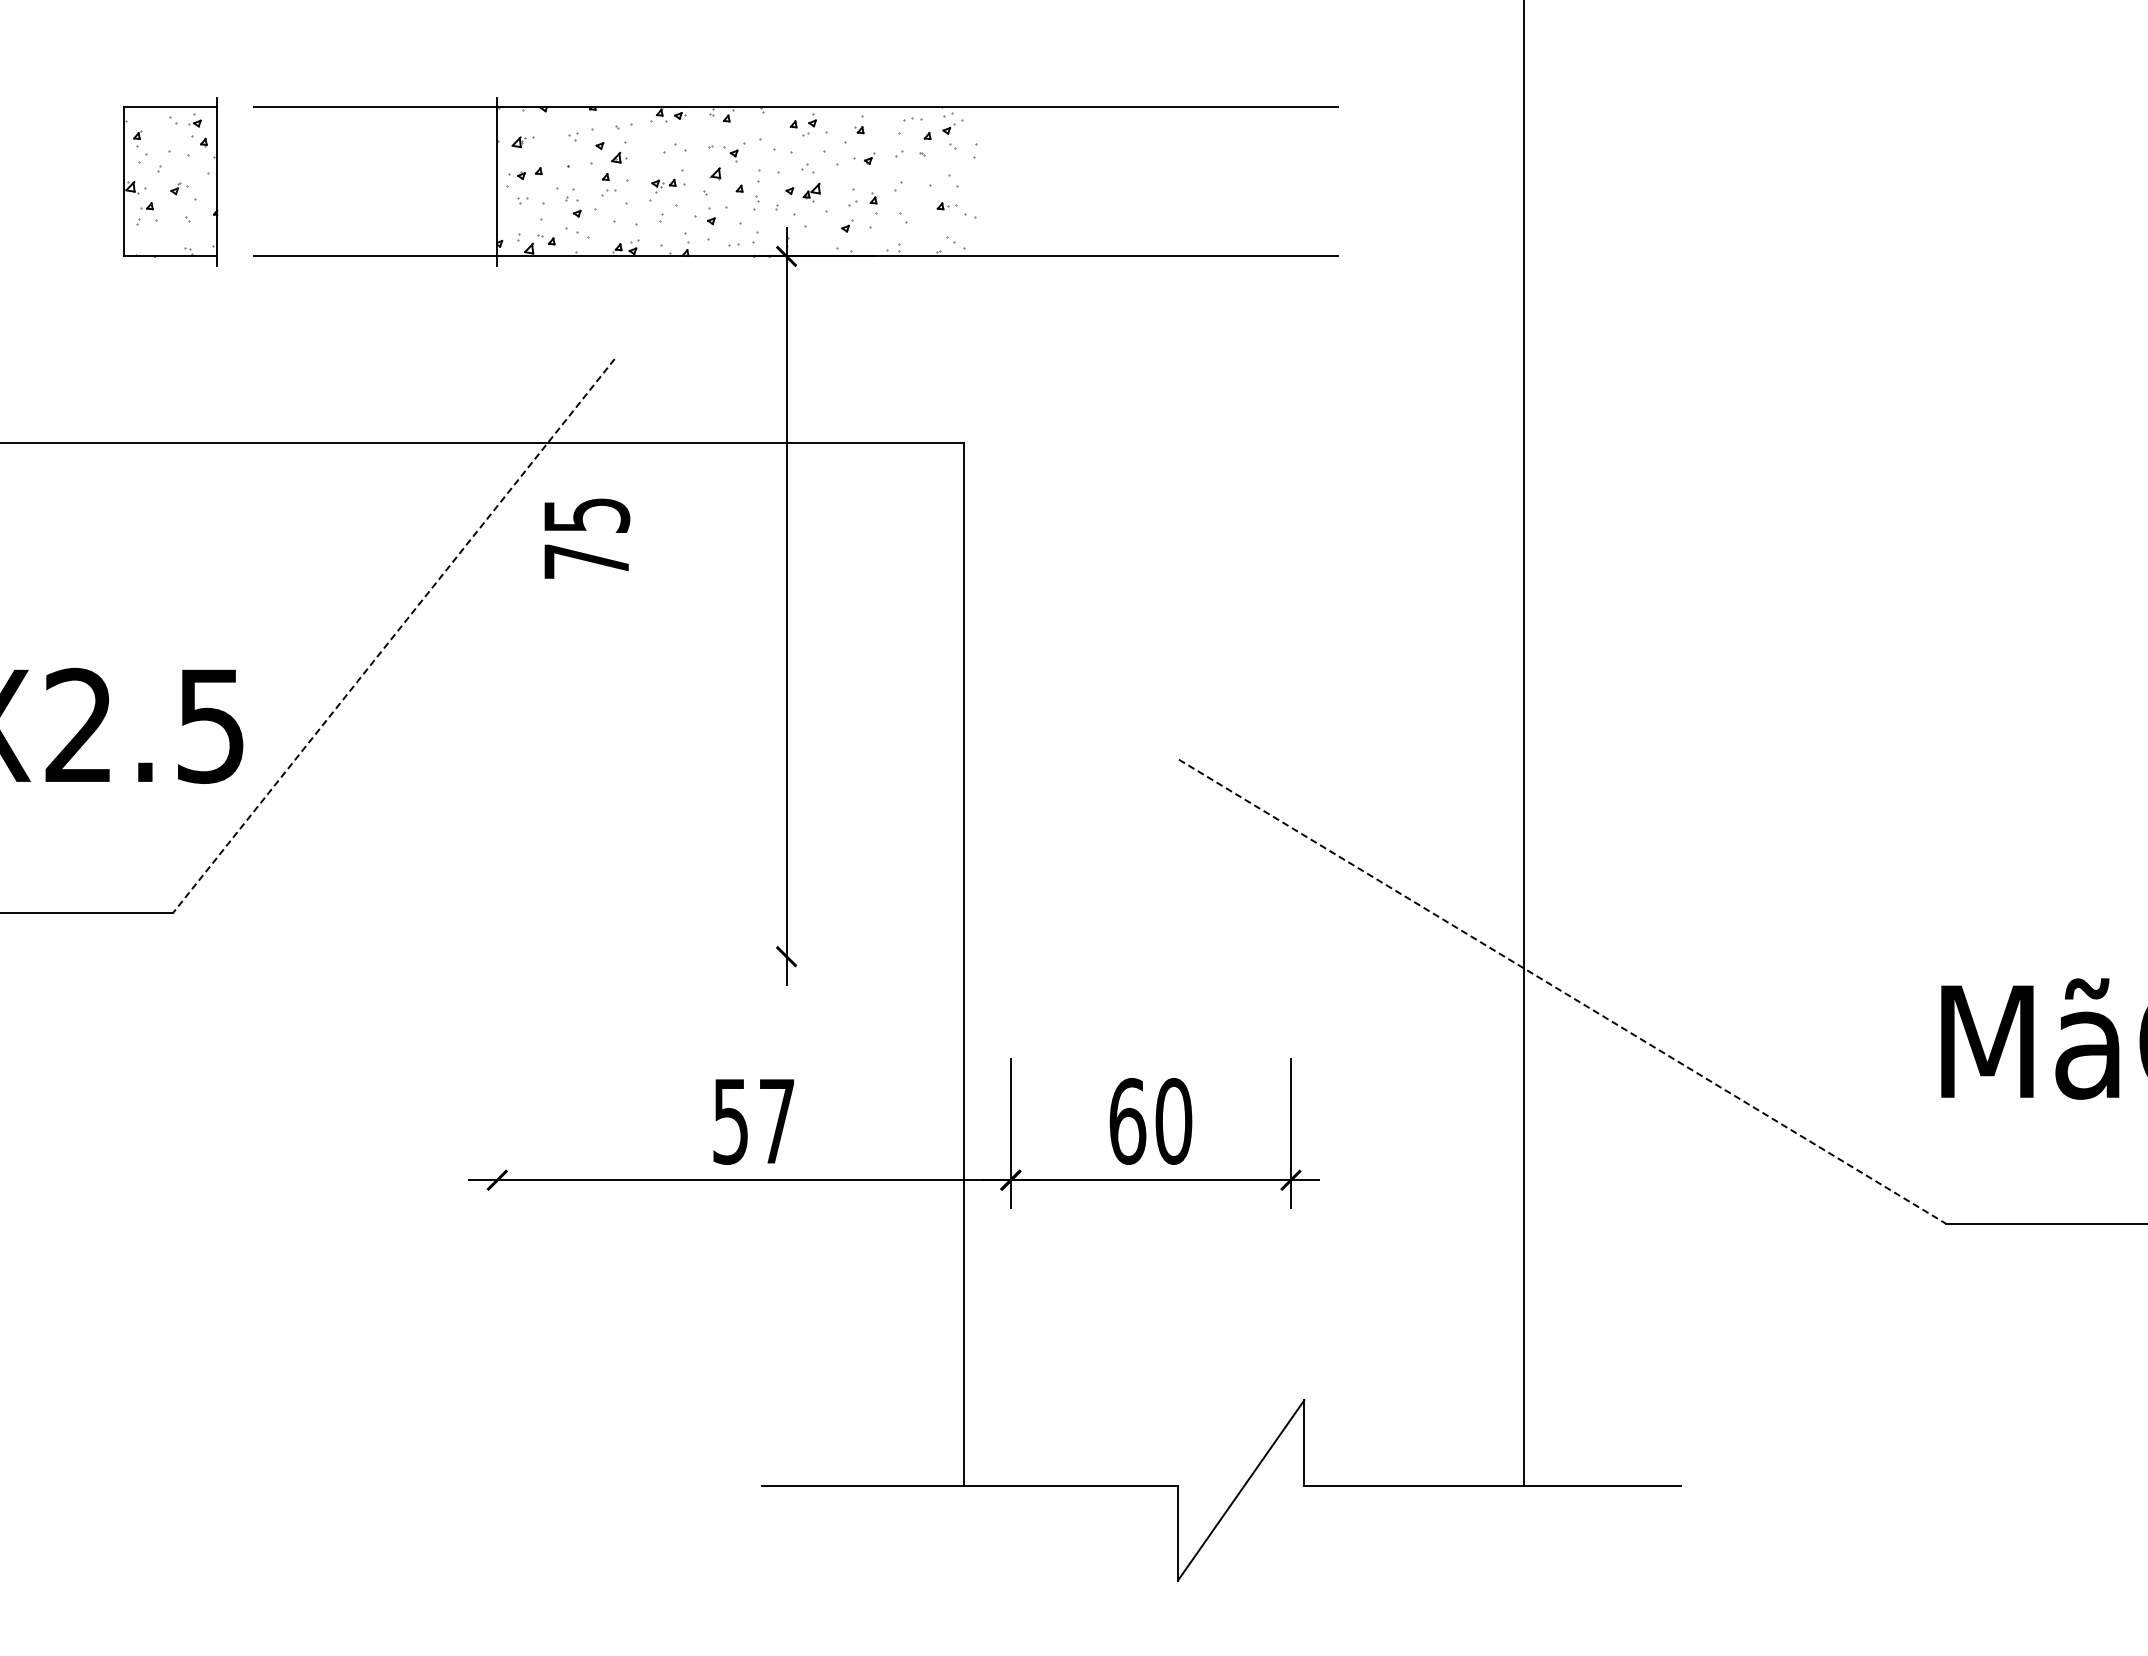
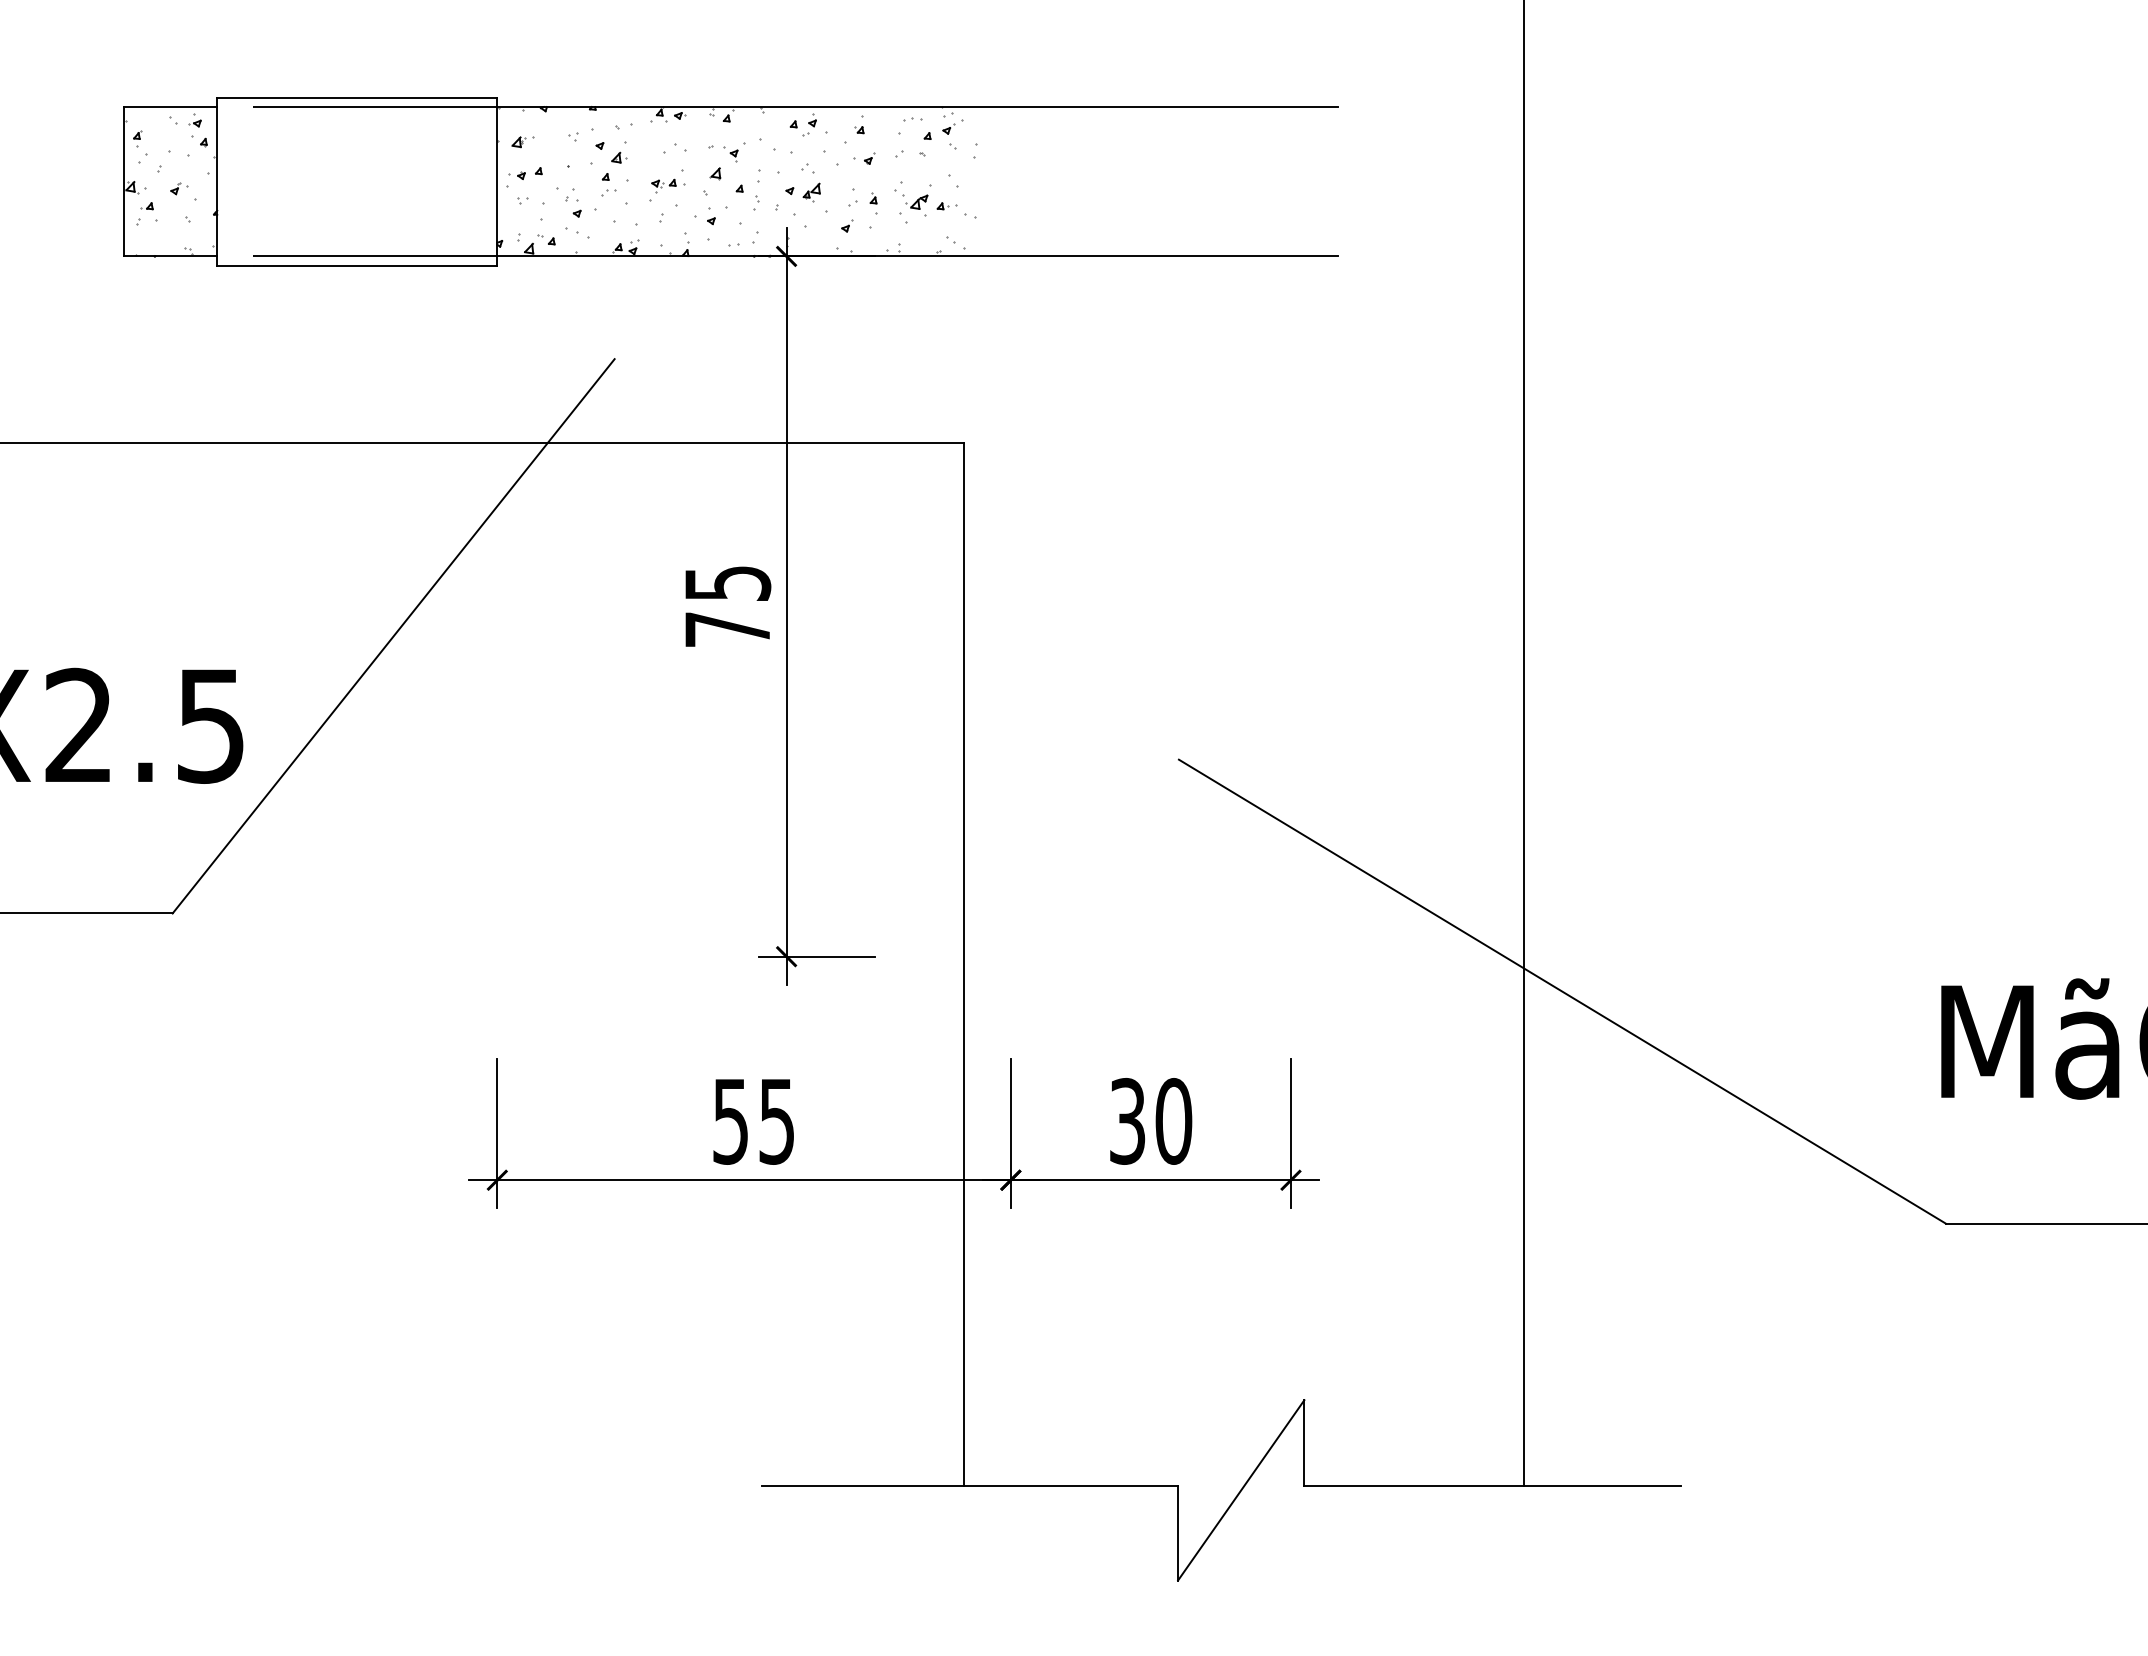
line at (357, 97): none -> present
part at (915, 205): none -> present
line at (357, 265): none -> present
text at (587, 538) position: (587, 538) -> (728, 606)
line at (393, 636): dashed -> solid
line at (816, 956): none -> present
line at (1562, 991): dashed -> solid
text at (1127, 1120): 60 -> 30
text at (776, 1121): 57 -> 55
line at (497, 1133): none -> present
